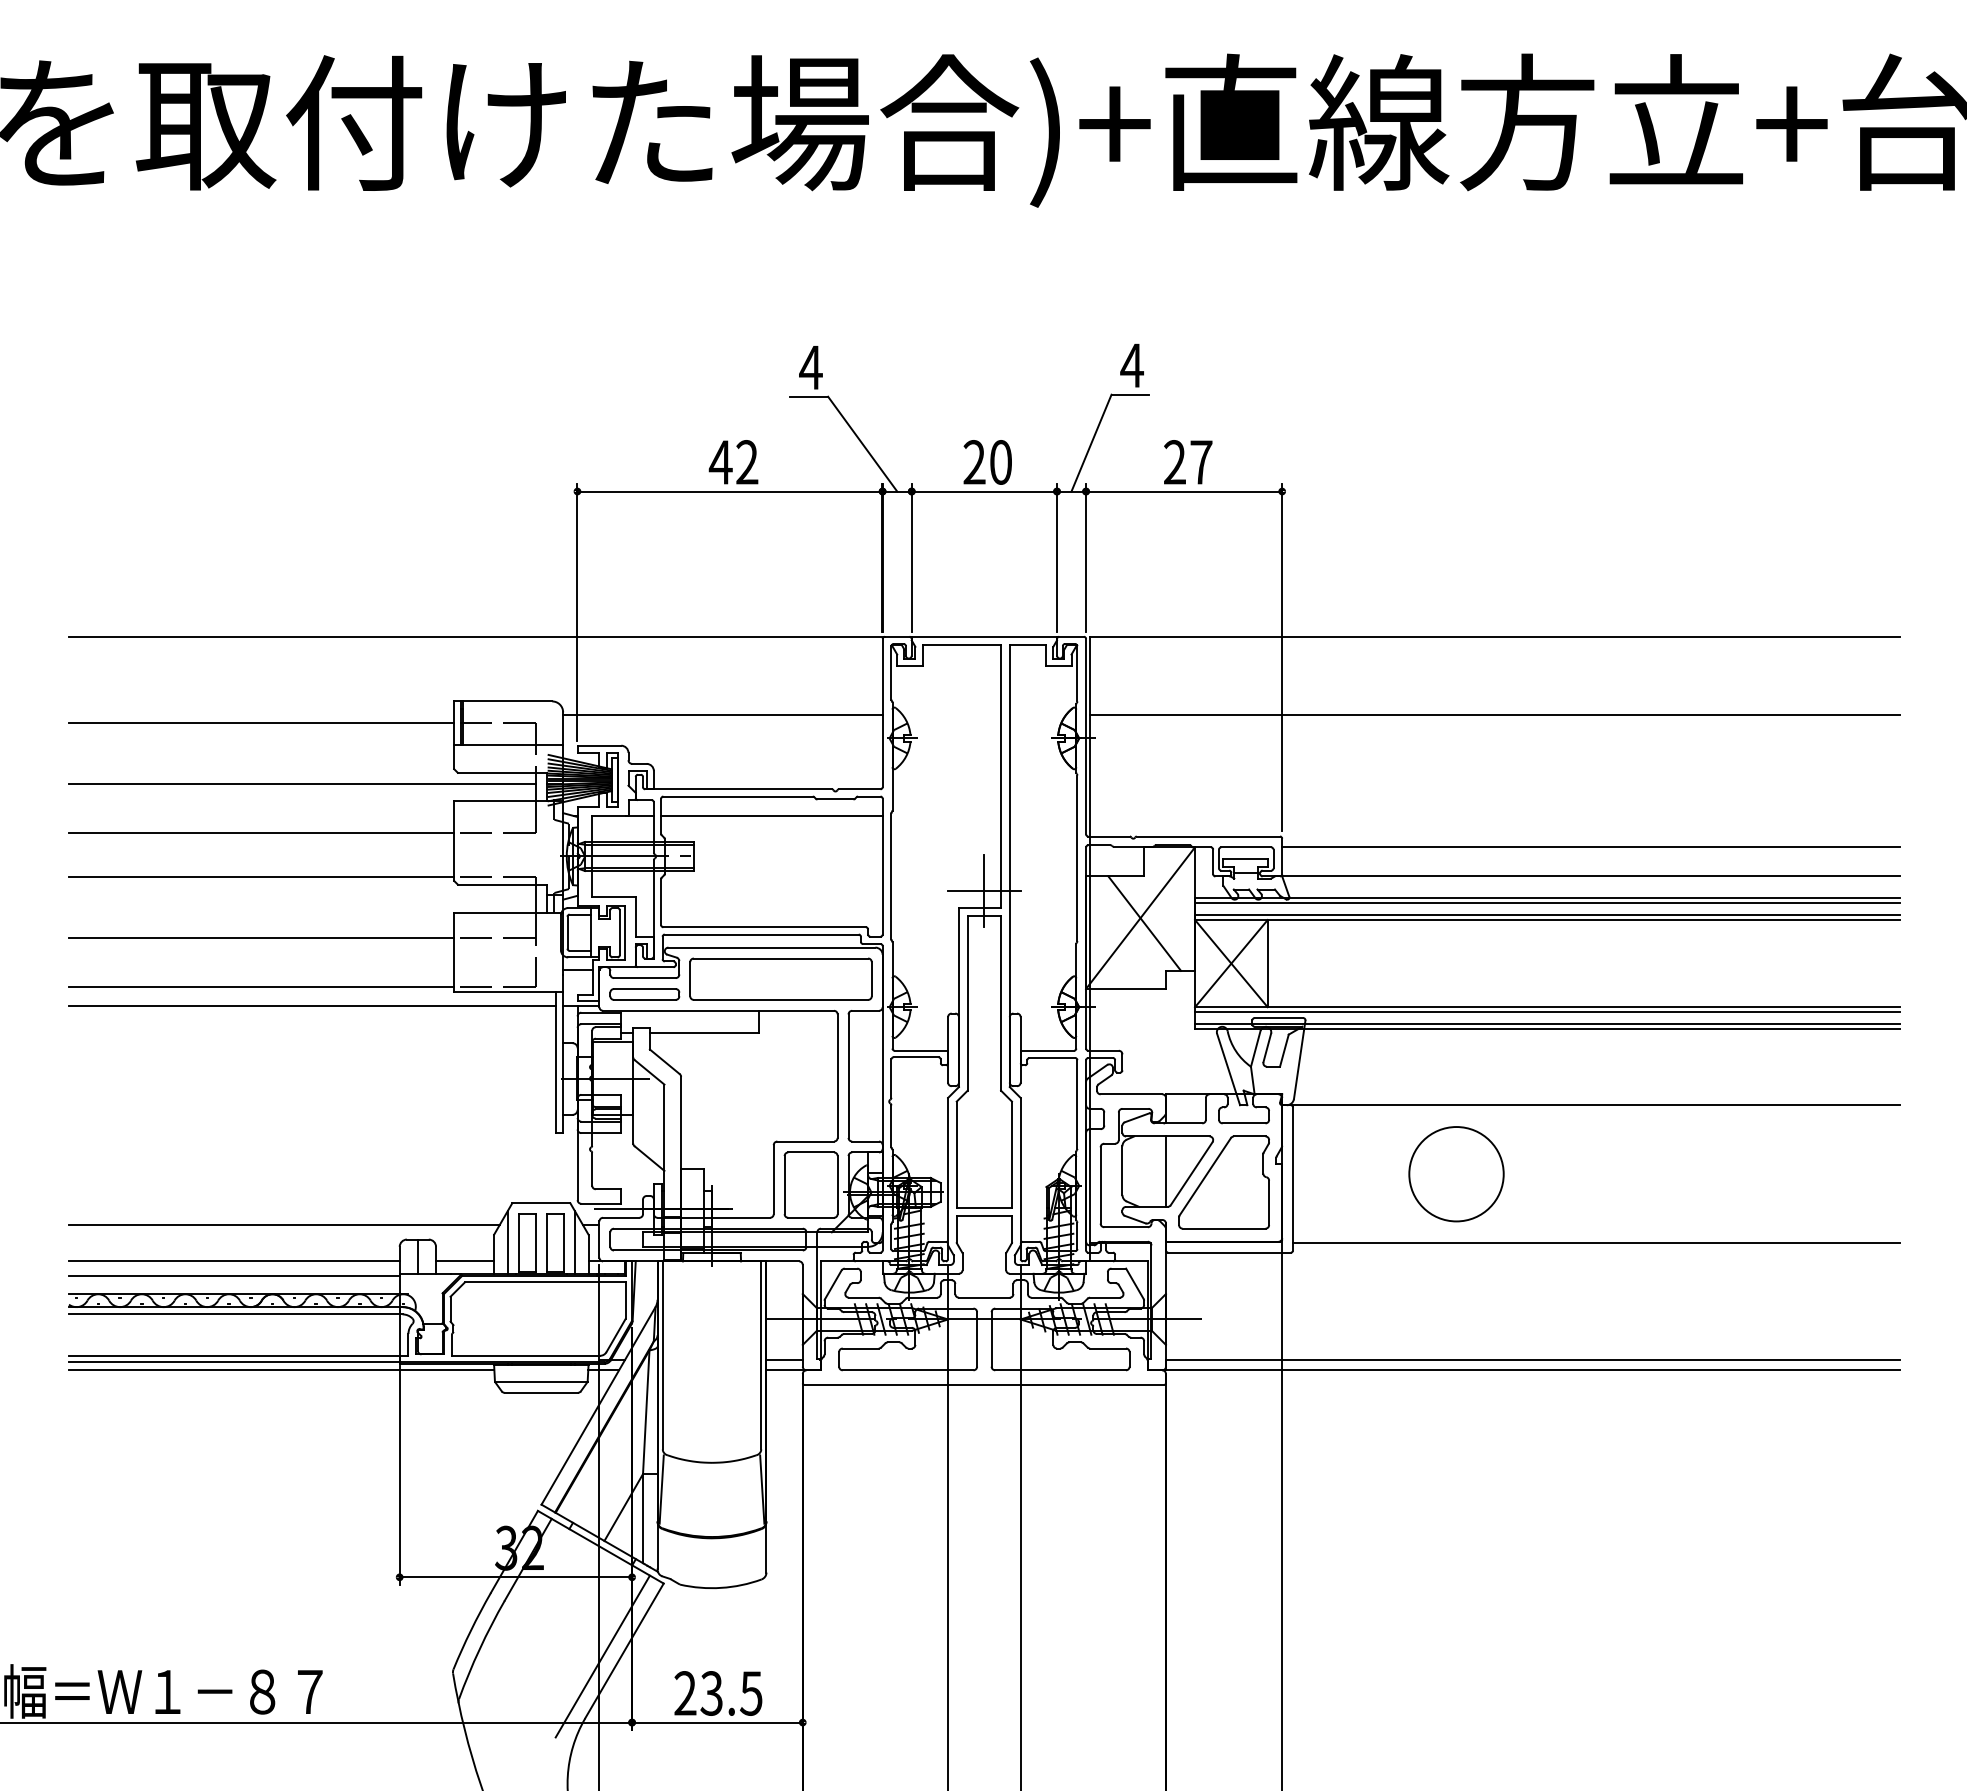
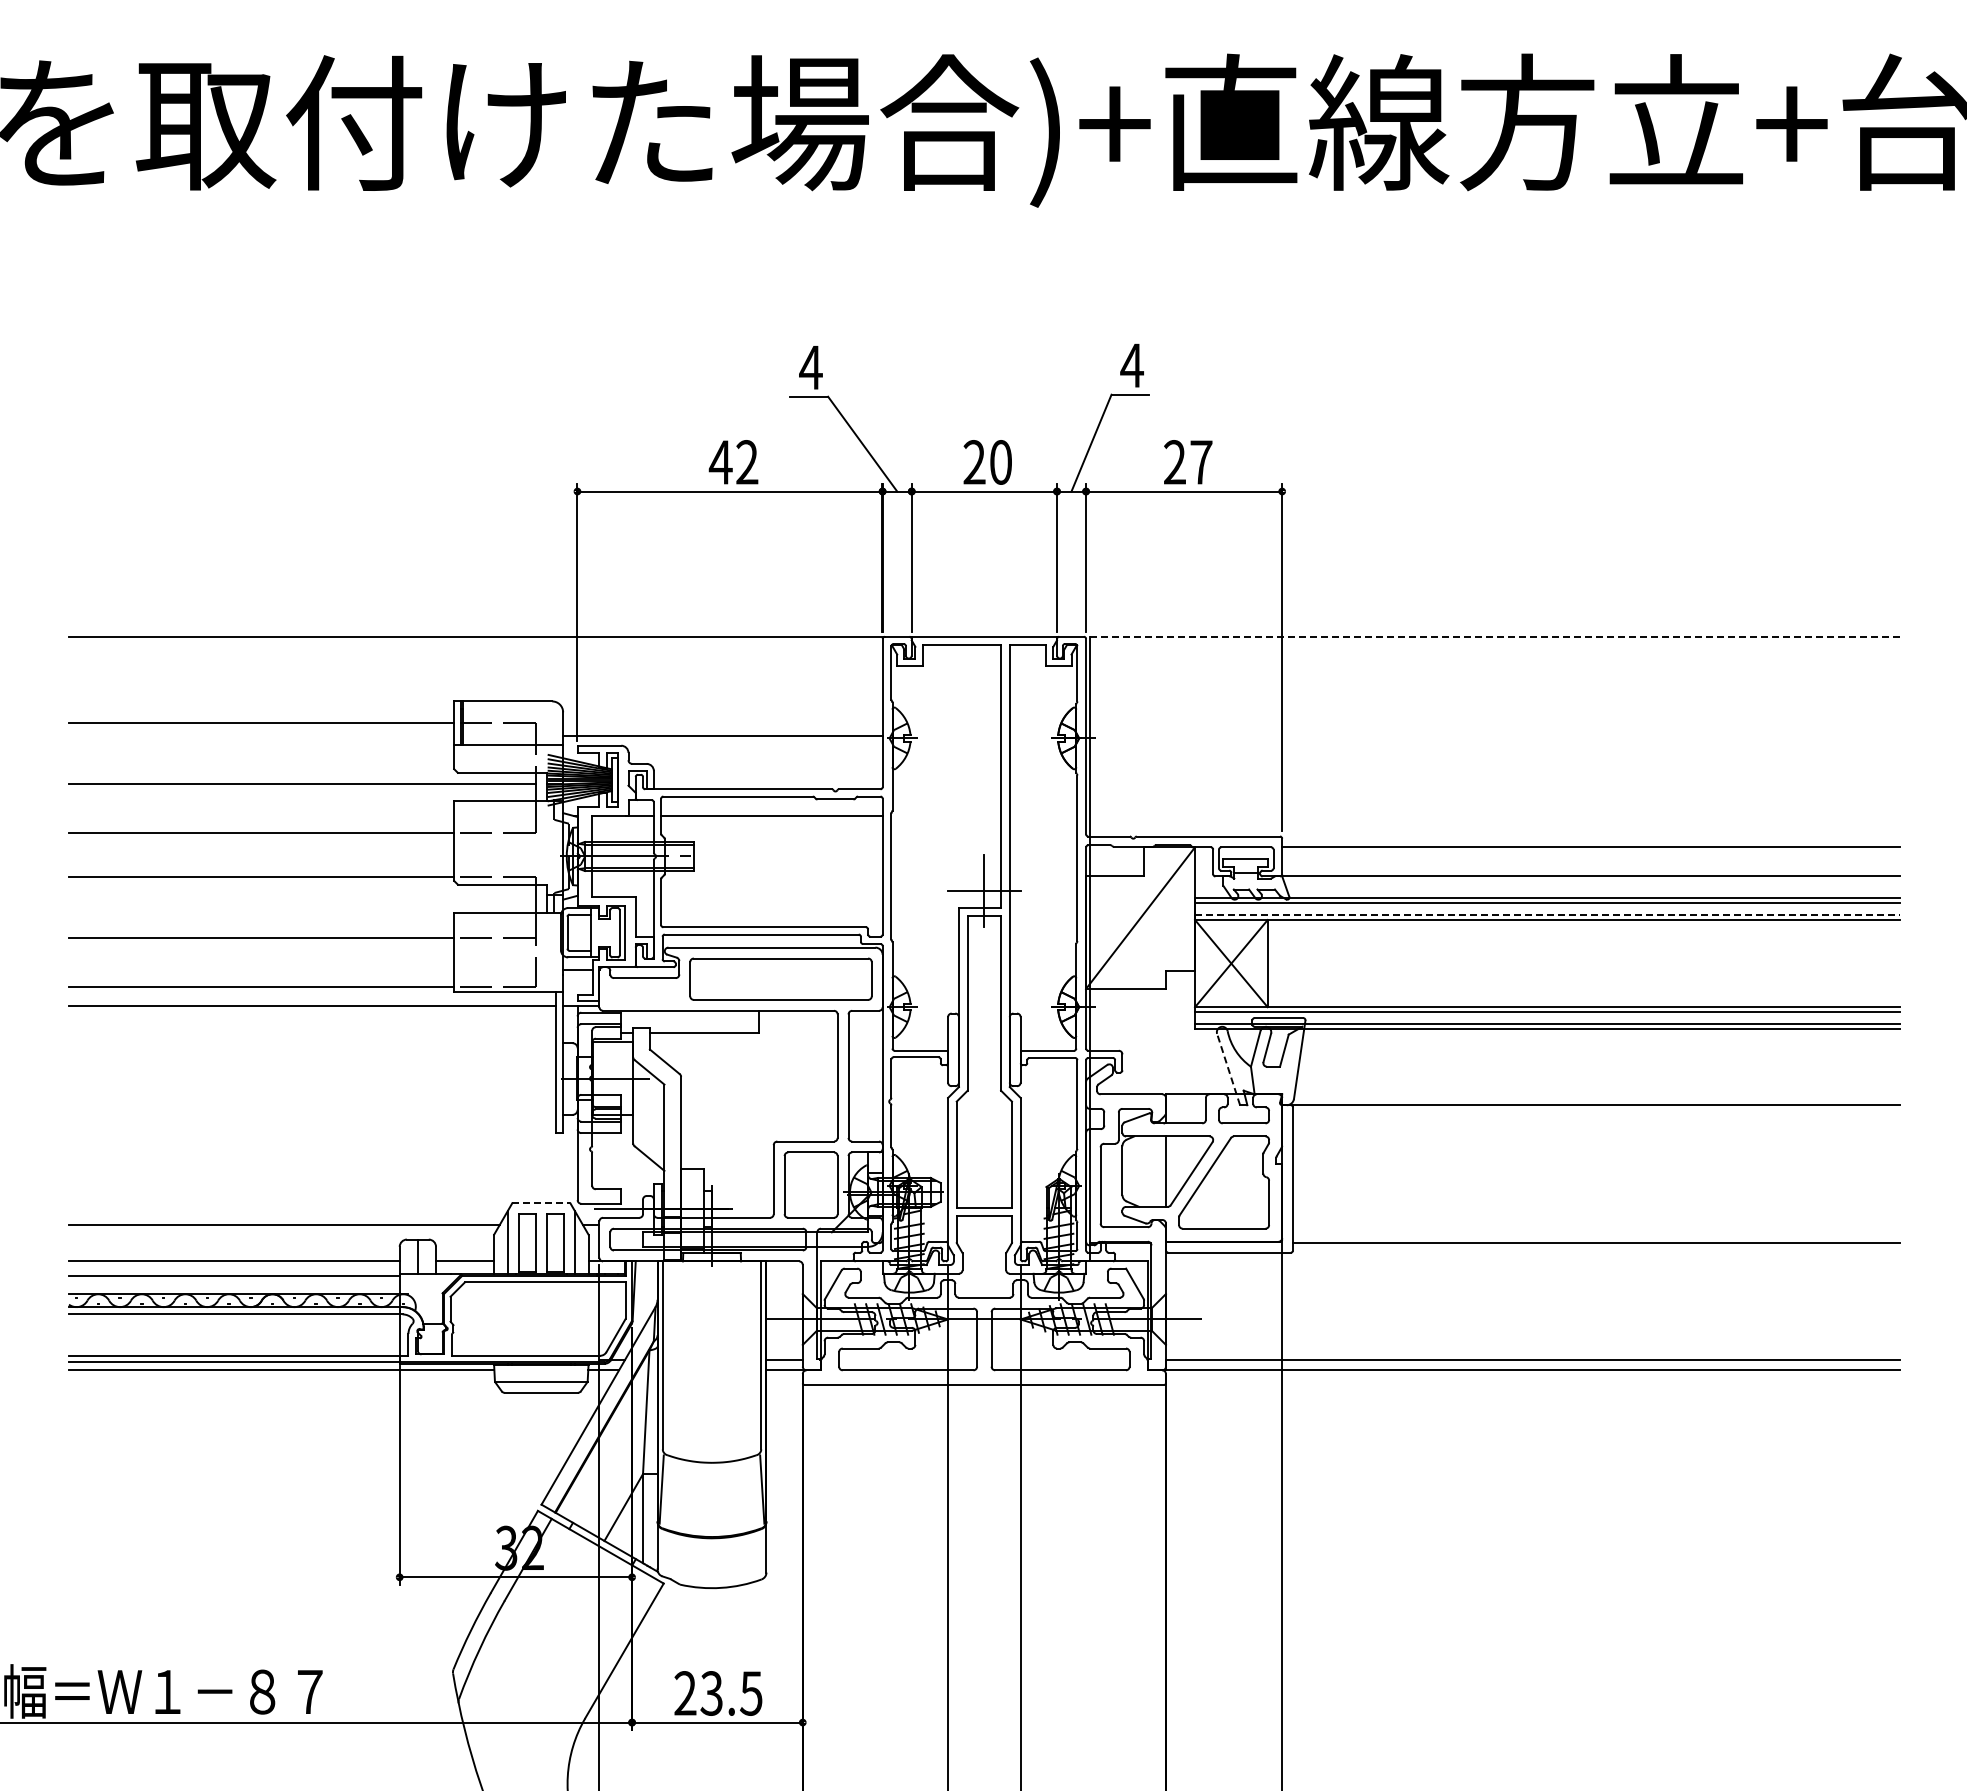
line at (1494, 636): solid -> dashed
line at (722, 715) position: (722, 715) -> (722, 736)
line at (1494, 715): present -> none
line at (1547, 914): solid -> dashed
line at (1144, 923): present -> none
part at (644, 994): present -> none
line at (1228, 1069): solid -> dashed
circle at (1456, 1174): present -> none
line at (541, 1203): solid -> dashed
line at (602, 1656): present -> none
